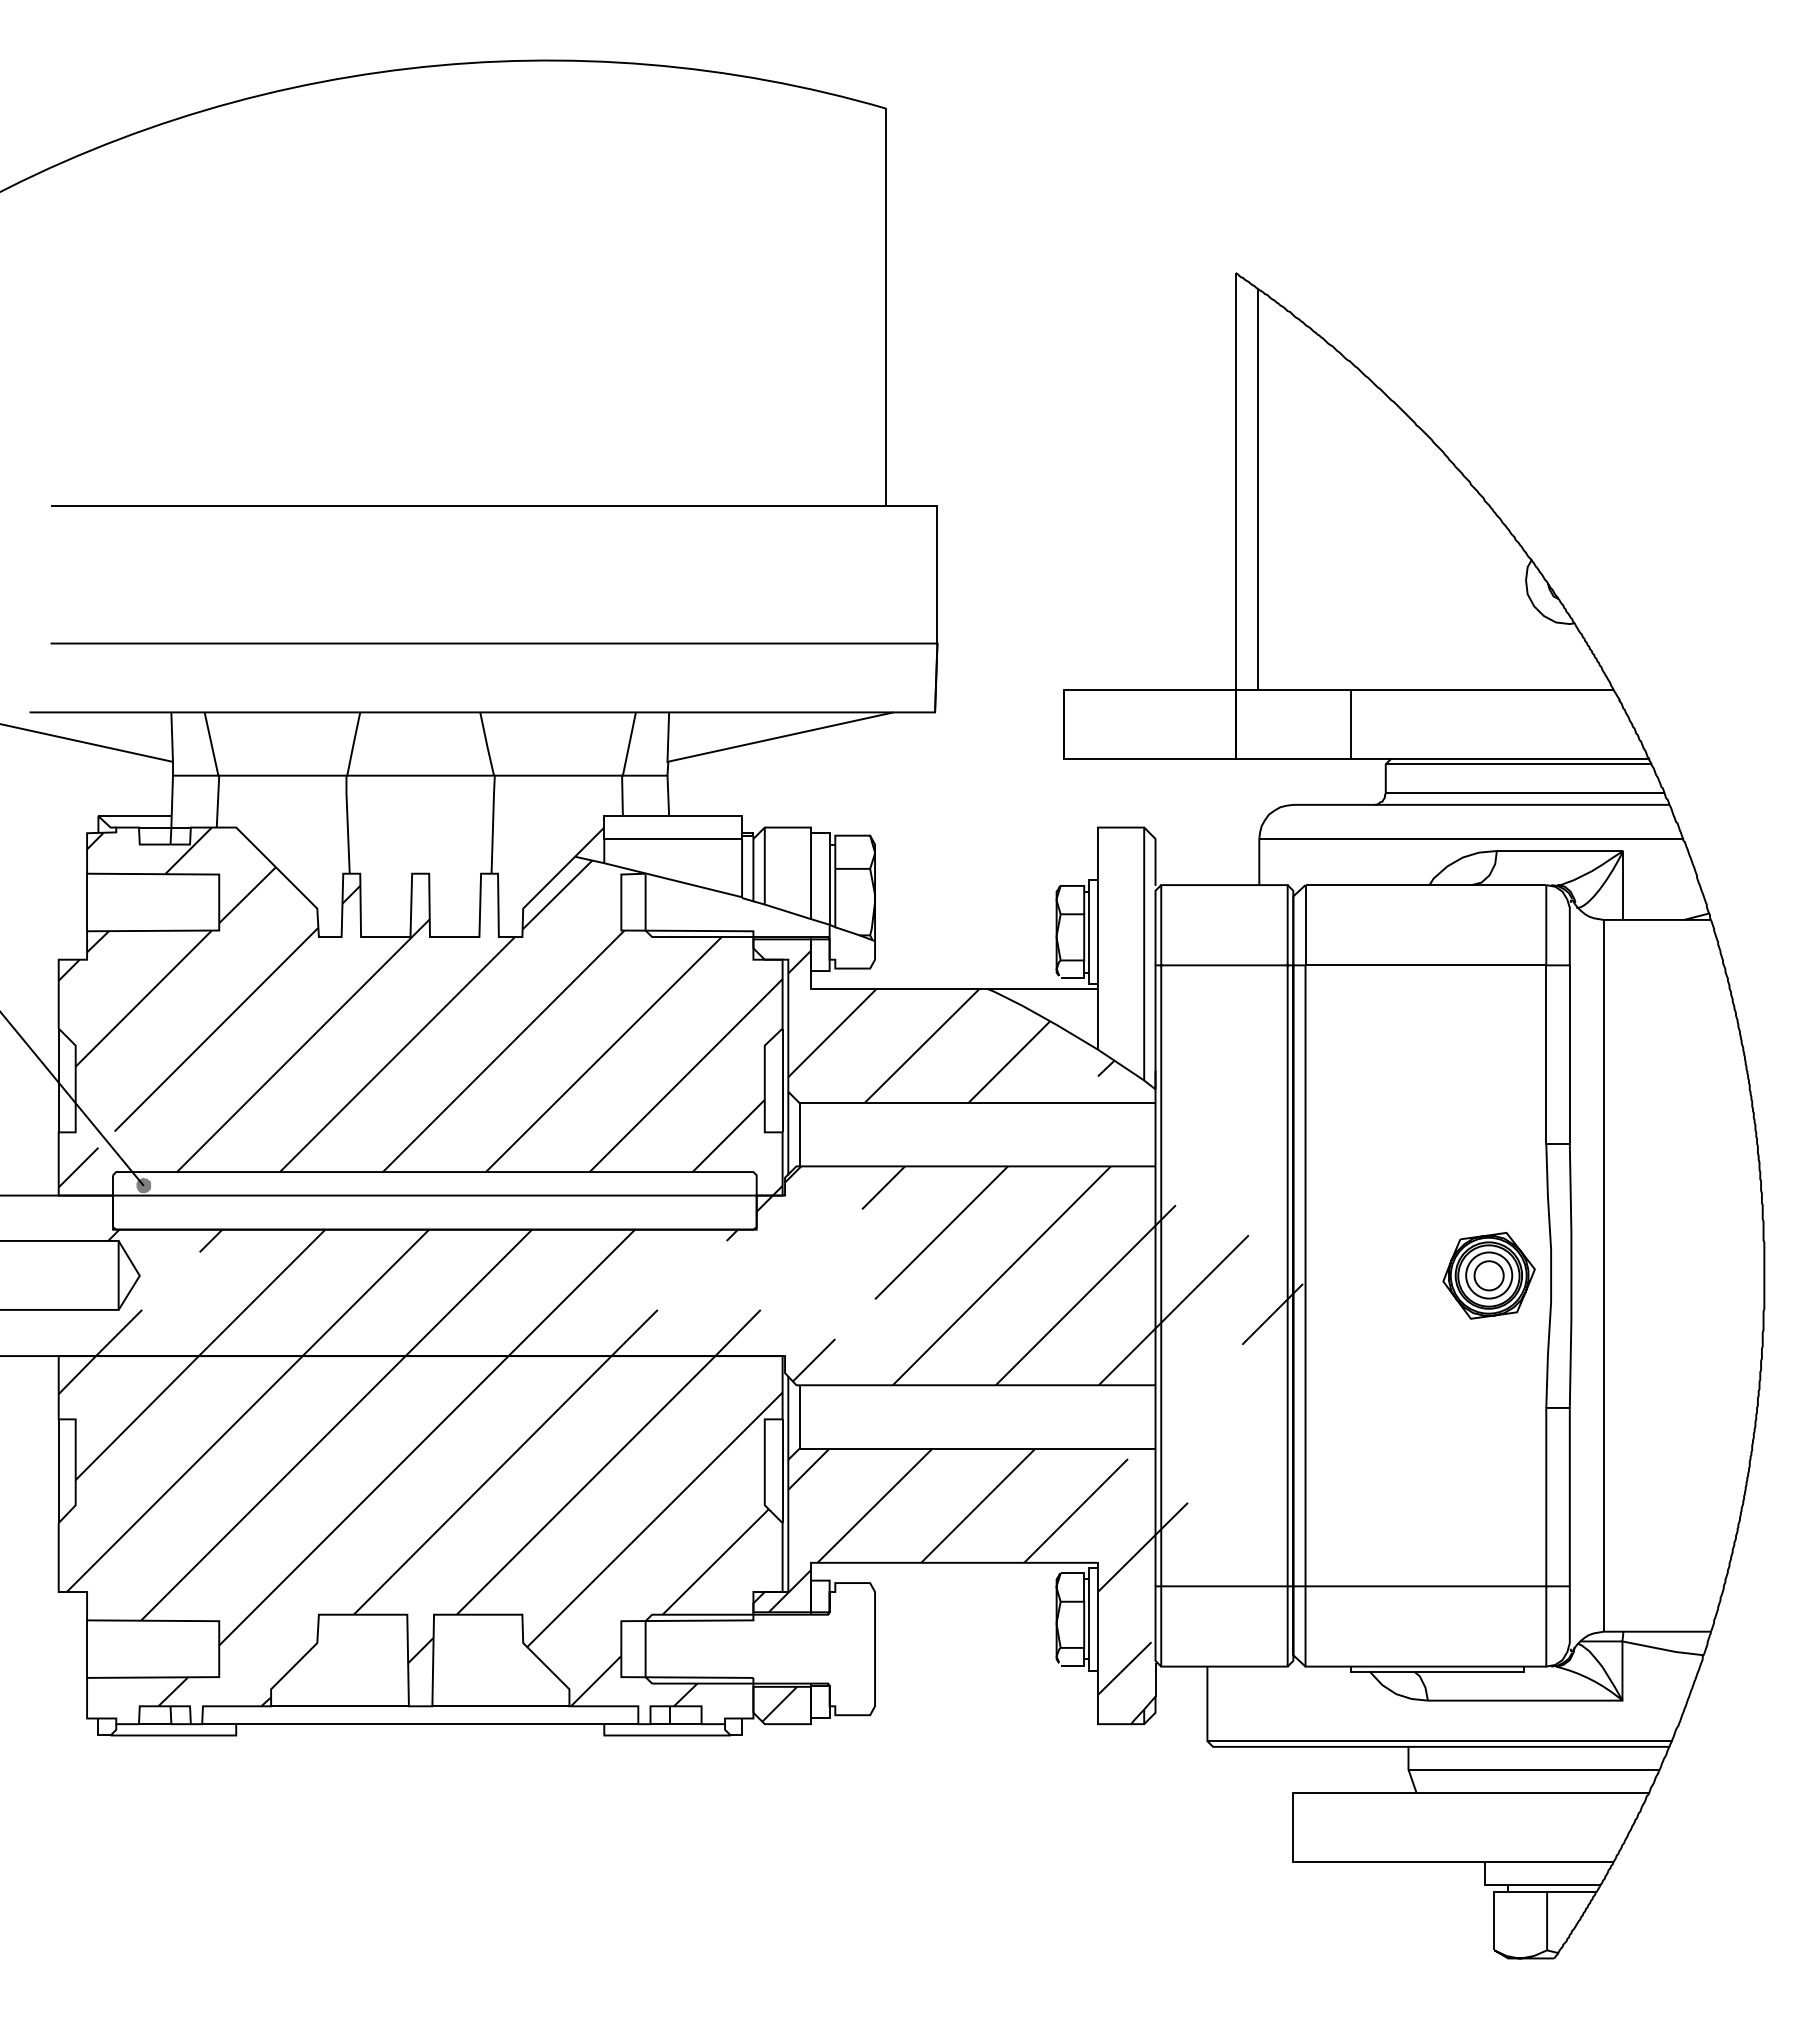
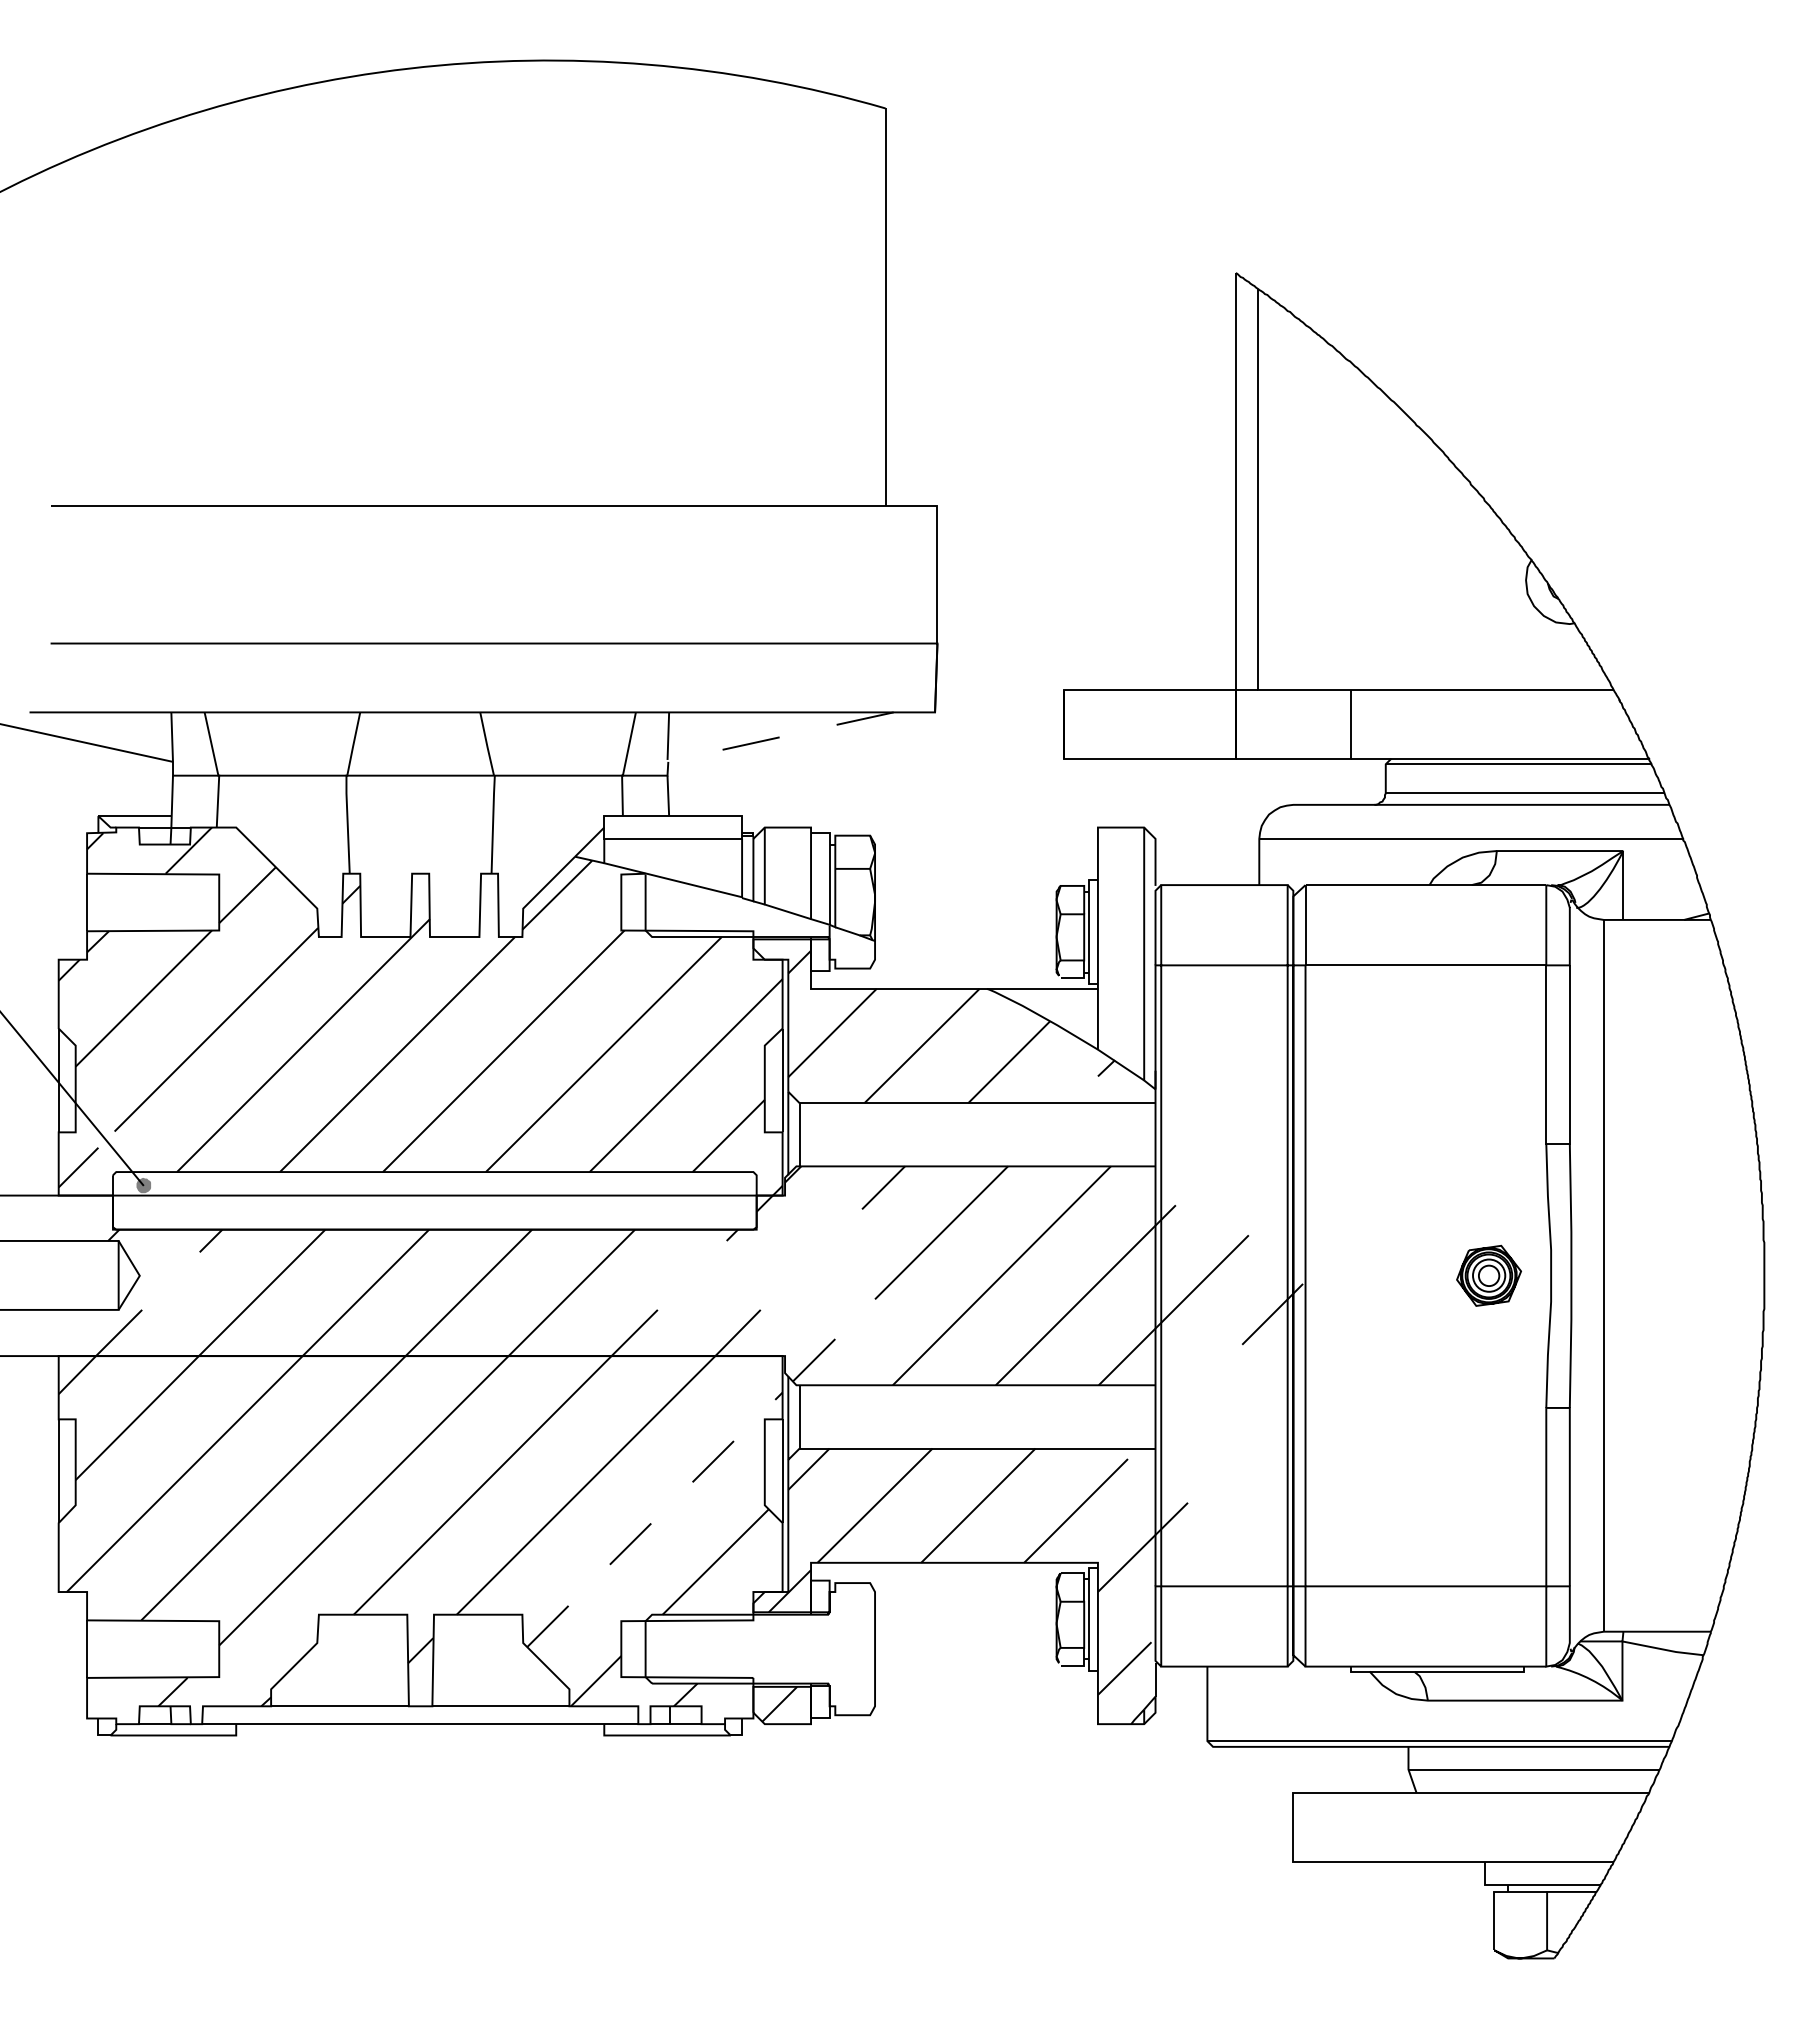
line at (755, 742): solid -> dashed
part at (1488, 1275) size: 94x88 px -> 66x63 px
line at (655, 1519): solid -> dashed
